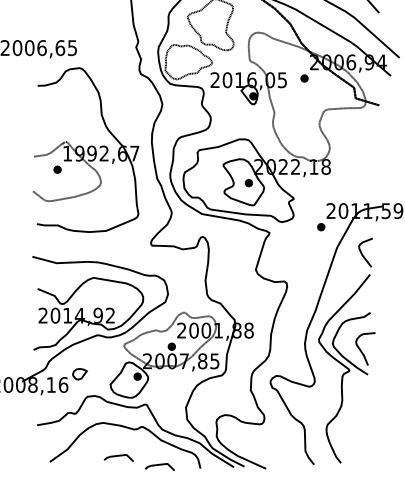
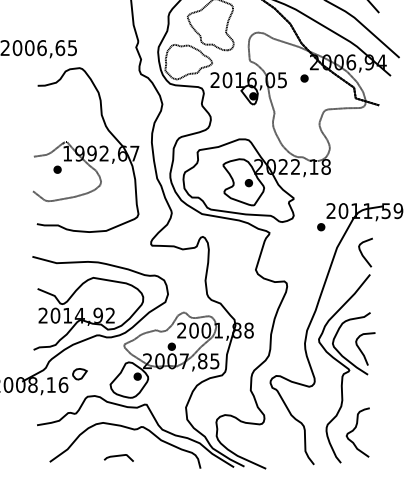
curve at (355, 429): none -> present
curve at (159, 465): present -> none
